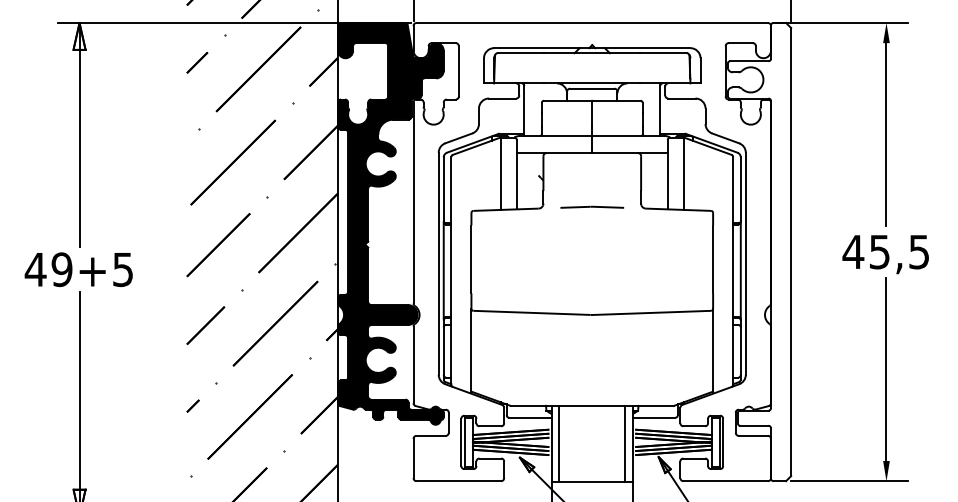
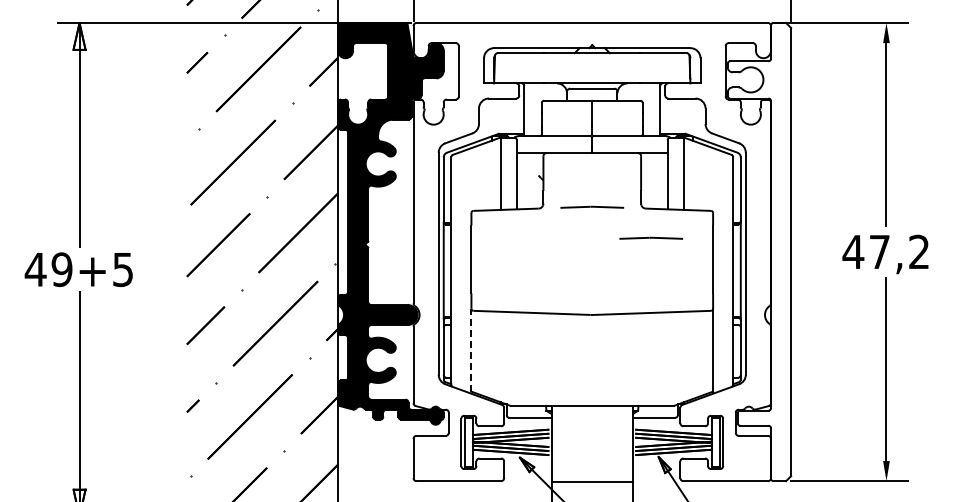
line at (651, 237): none -> present
text at (899, 251): 45,5 -> 47,2
line at (471, 349): solid -> dashed
line at (559, 443): present -> none
line at (625, 443): present -> none
